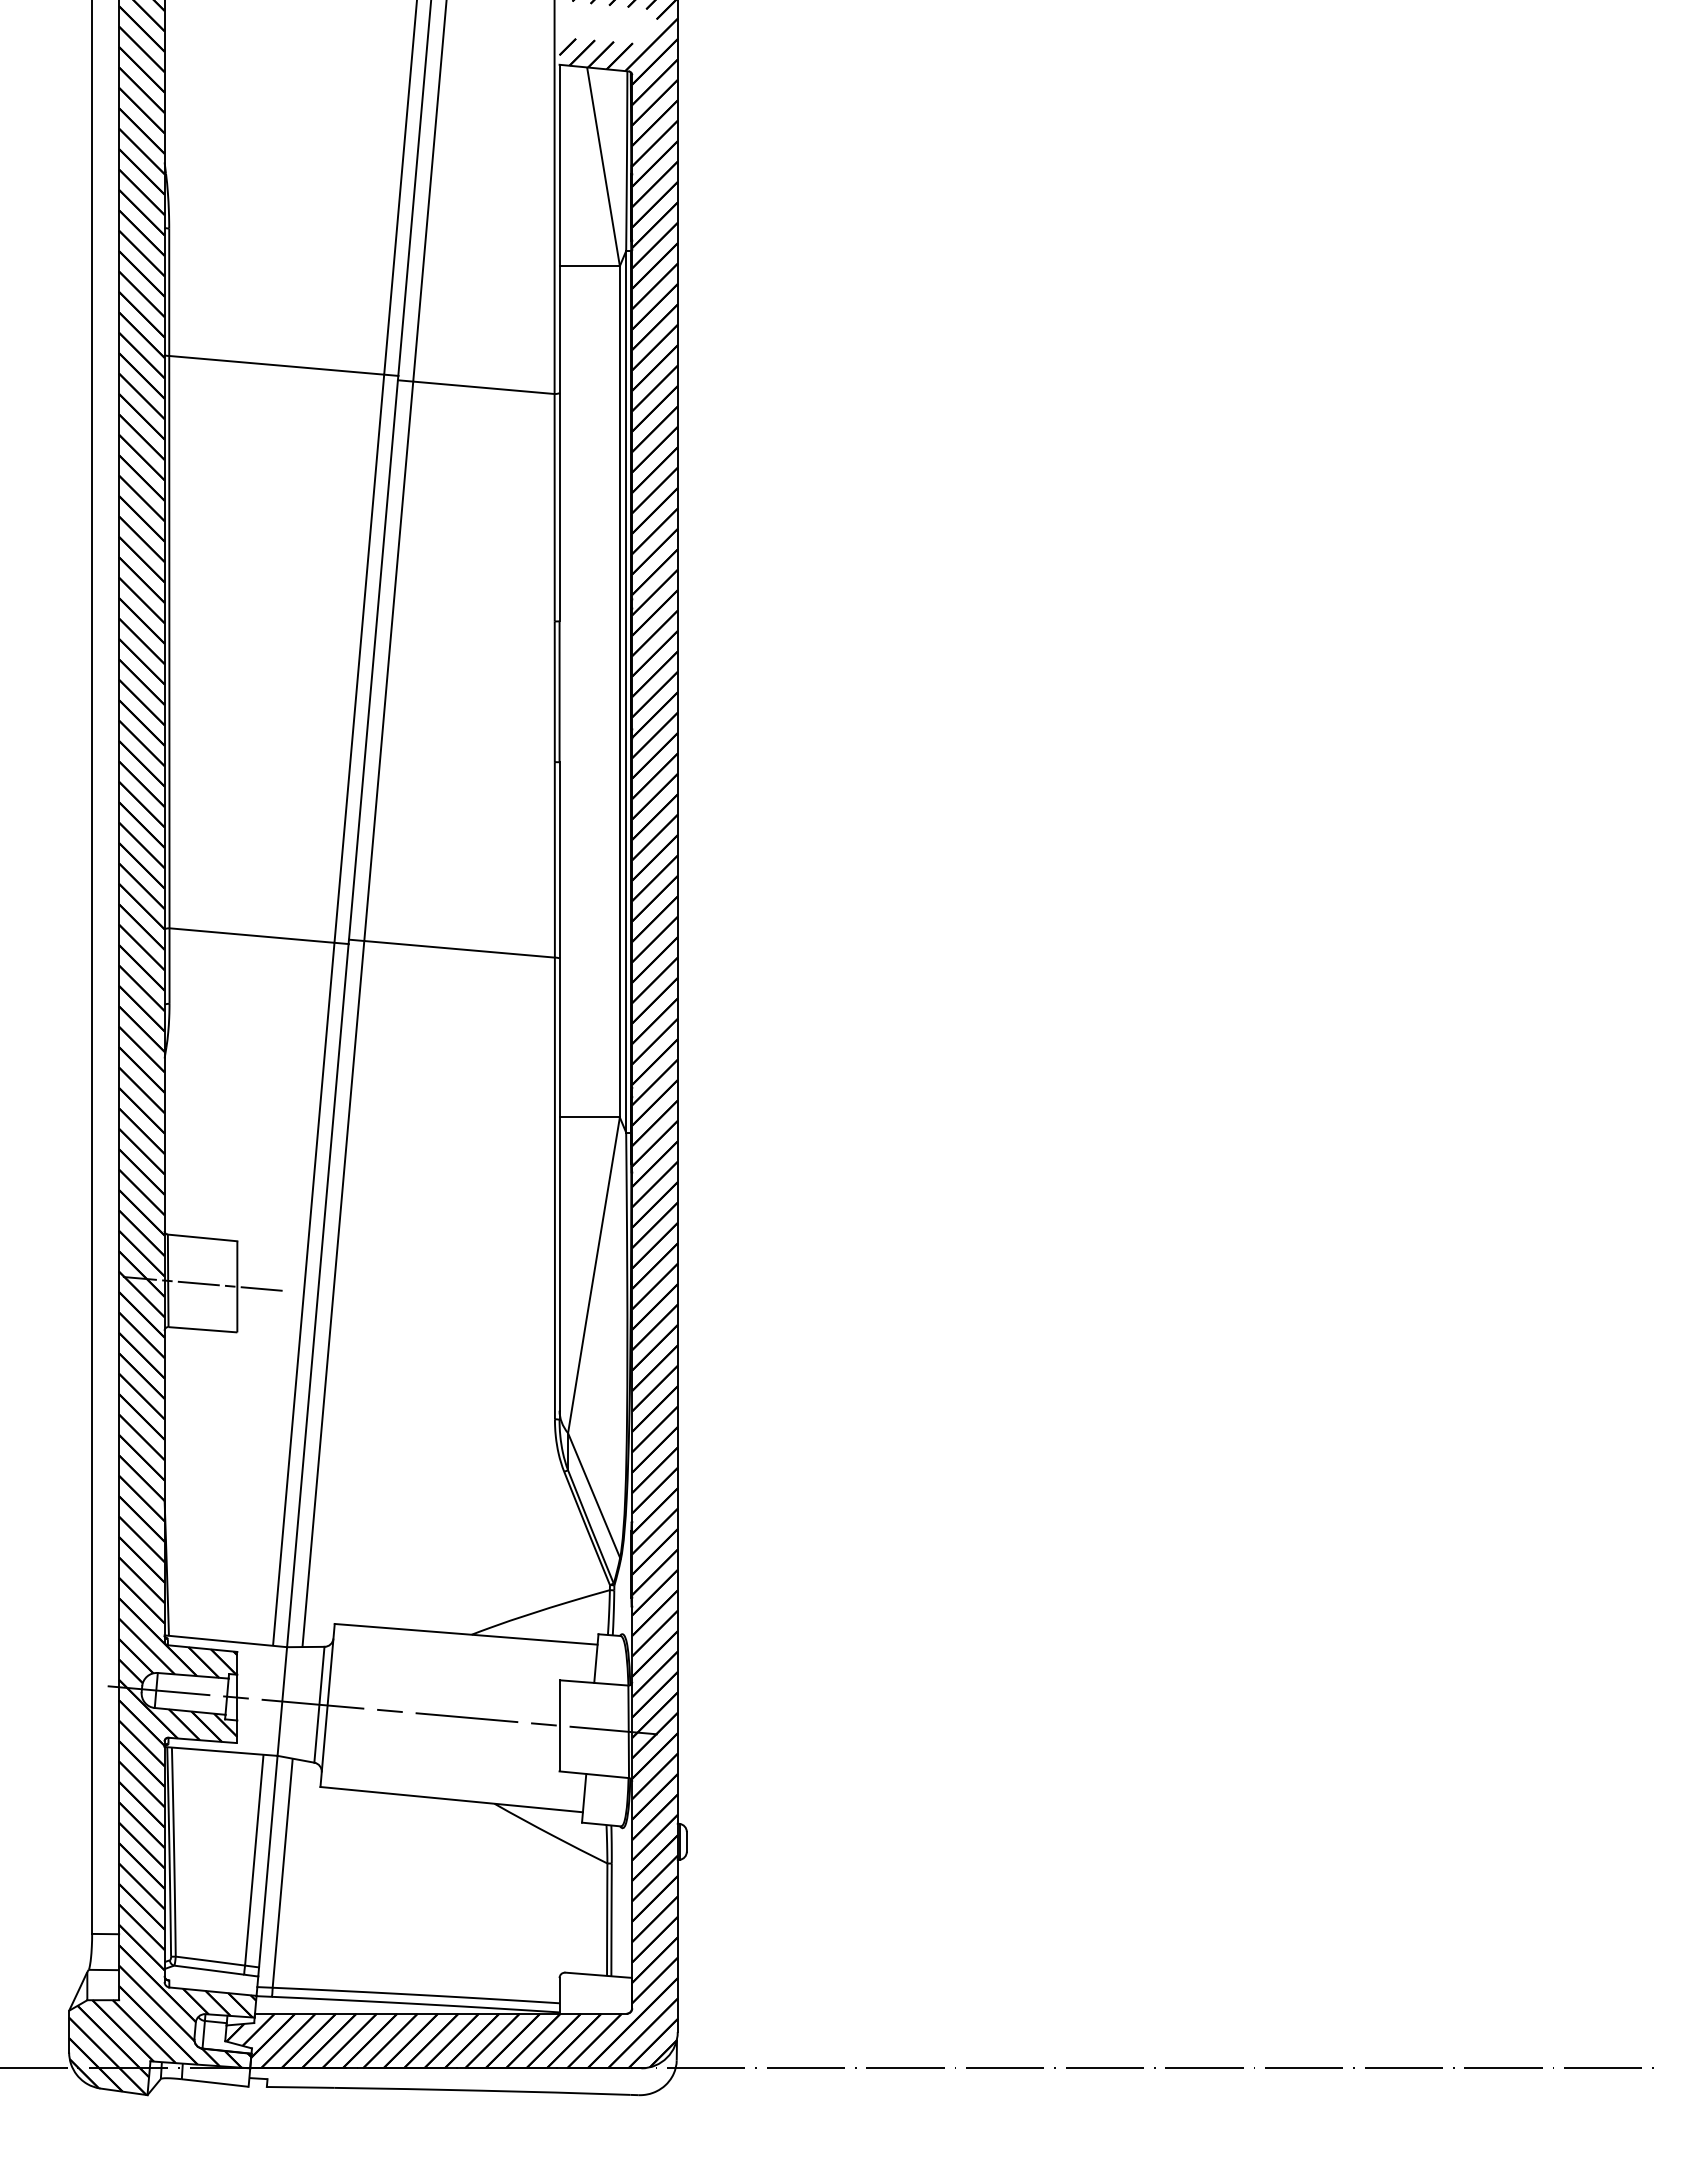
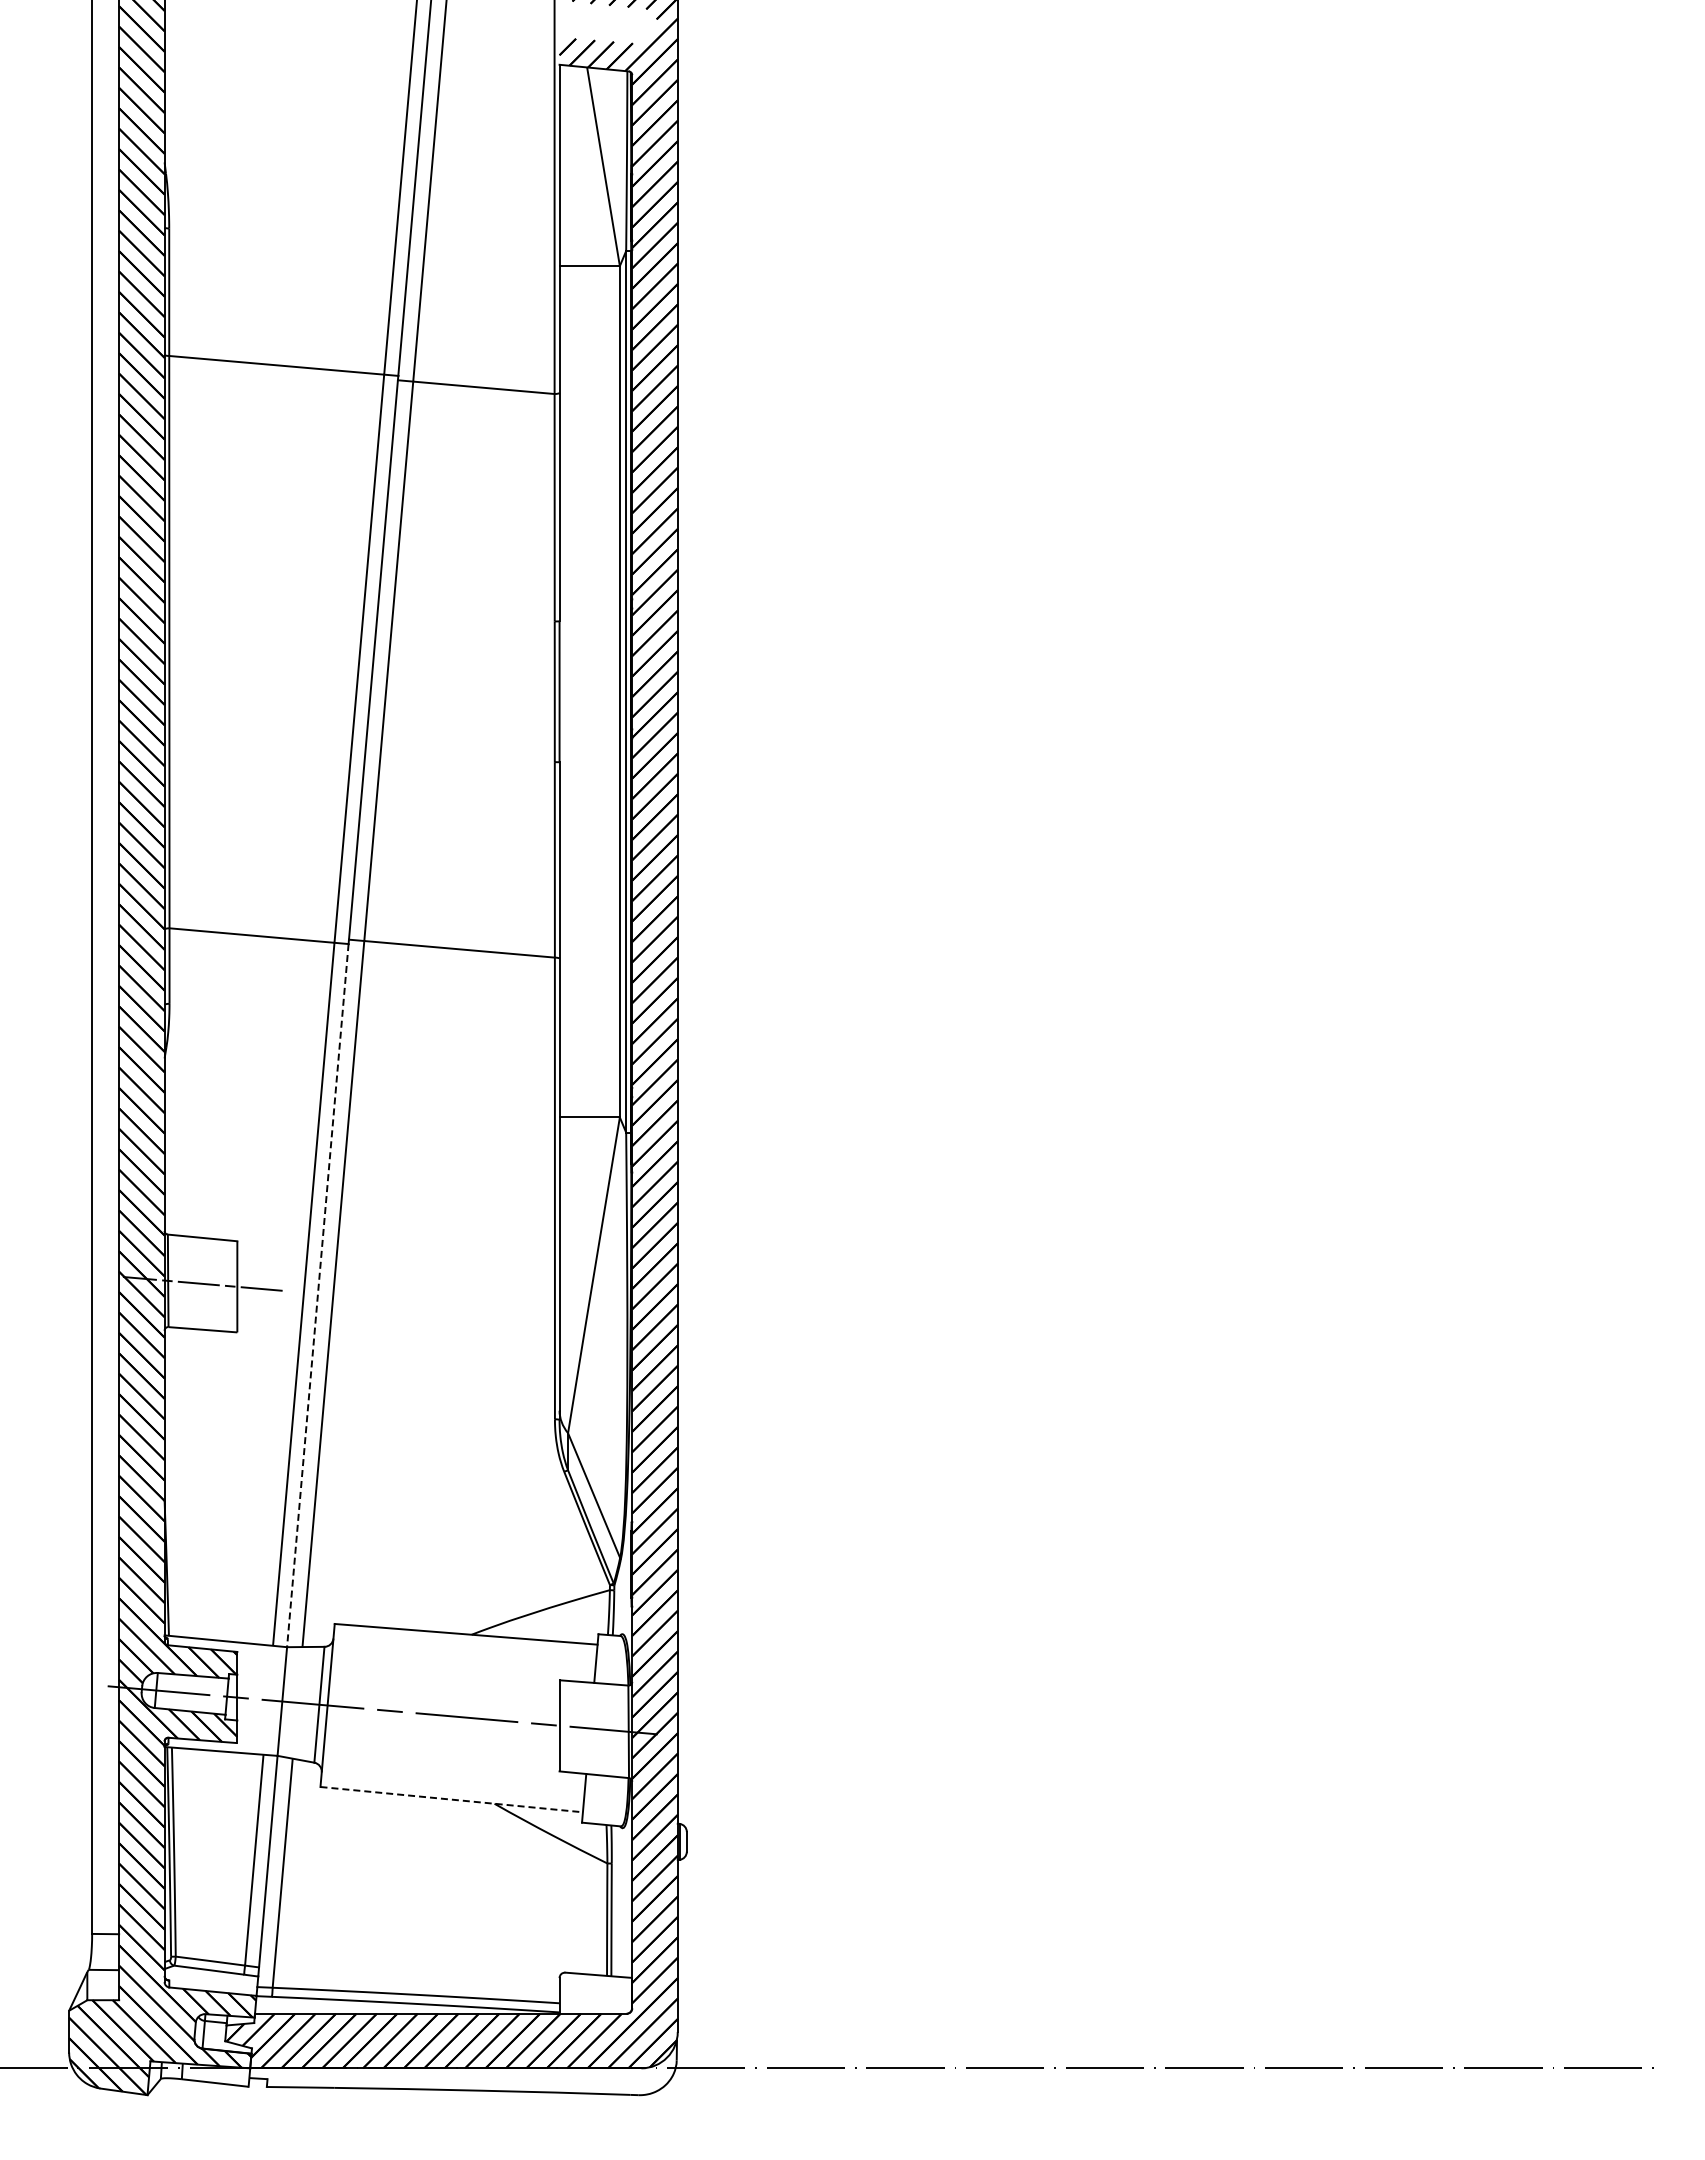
line at (317, 1295): solid -> dashed
line at (451, 1799): solid -> dashed
